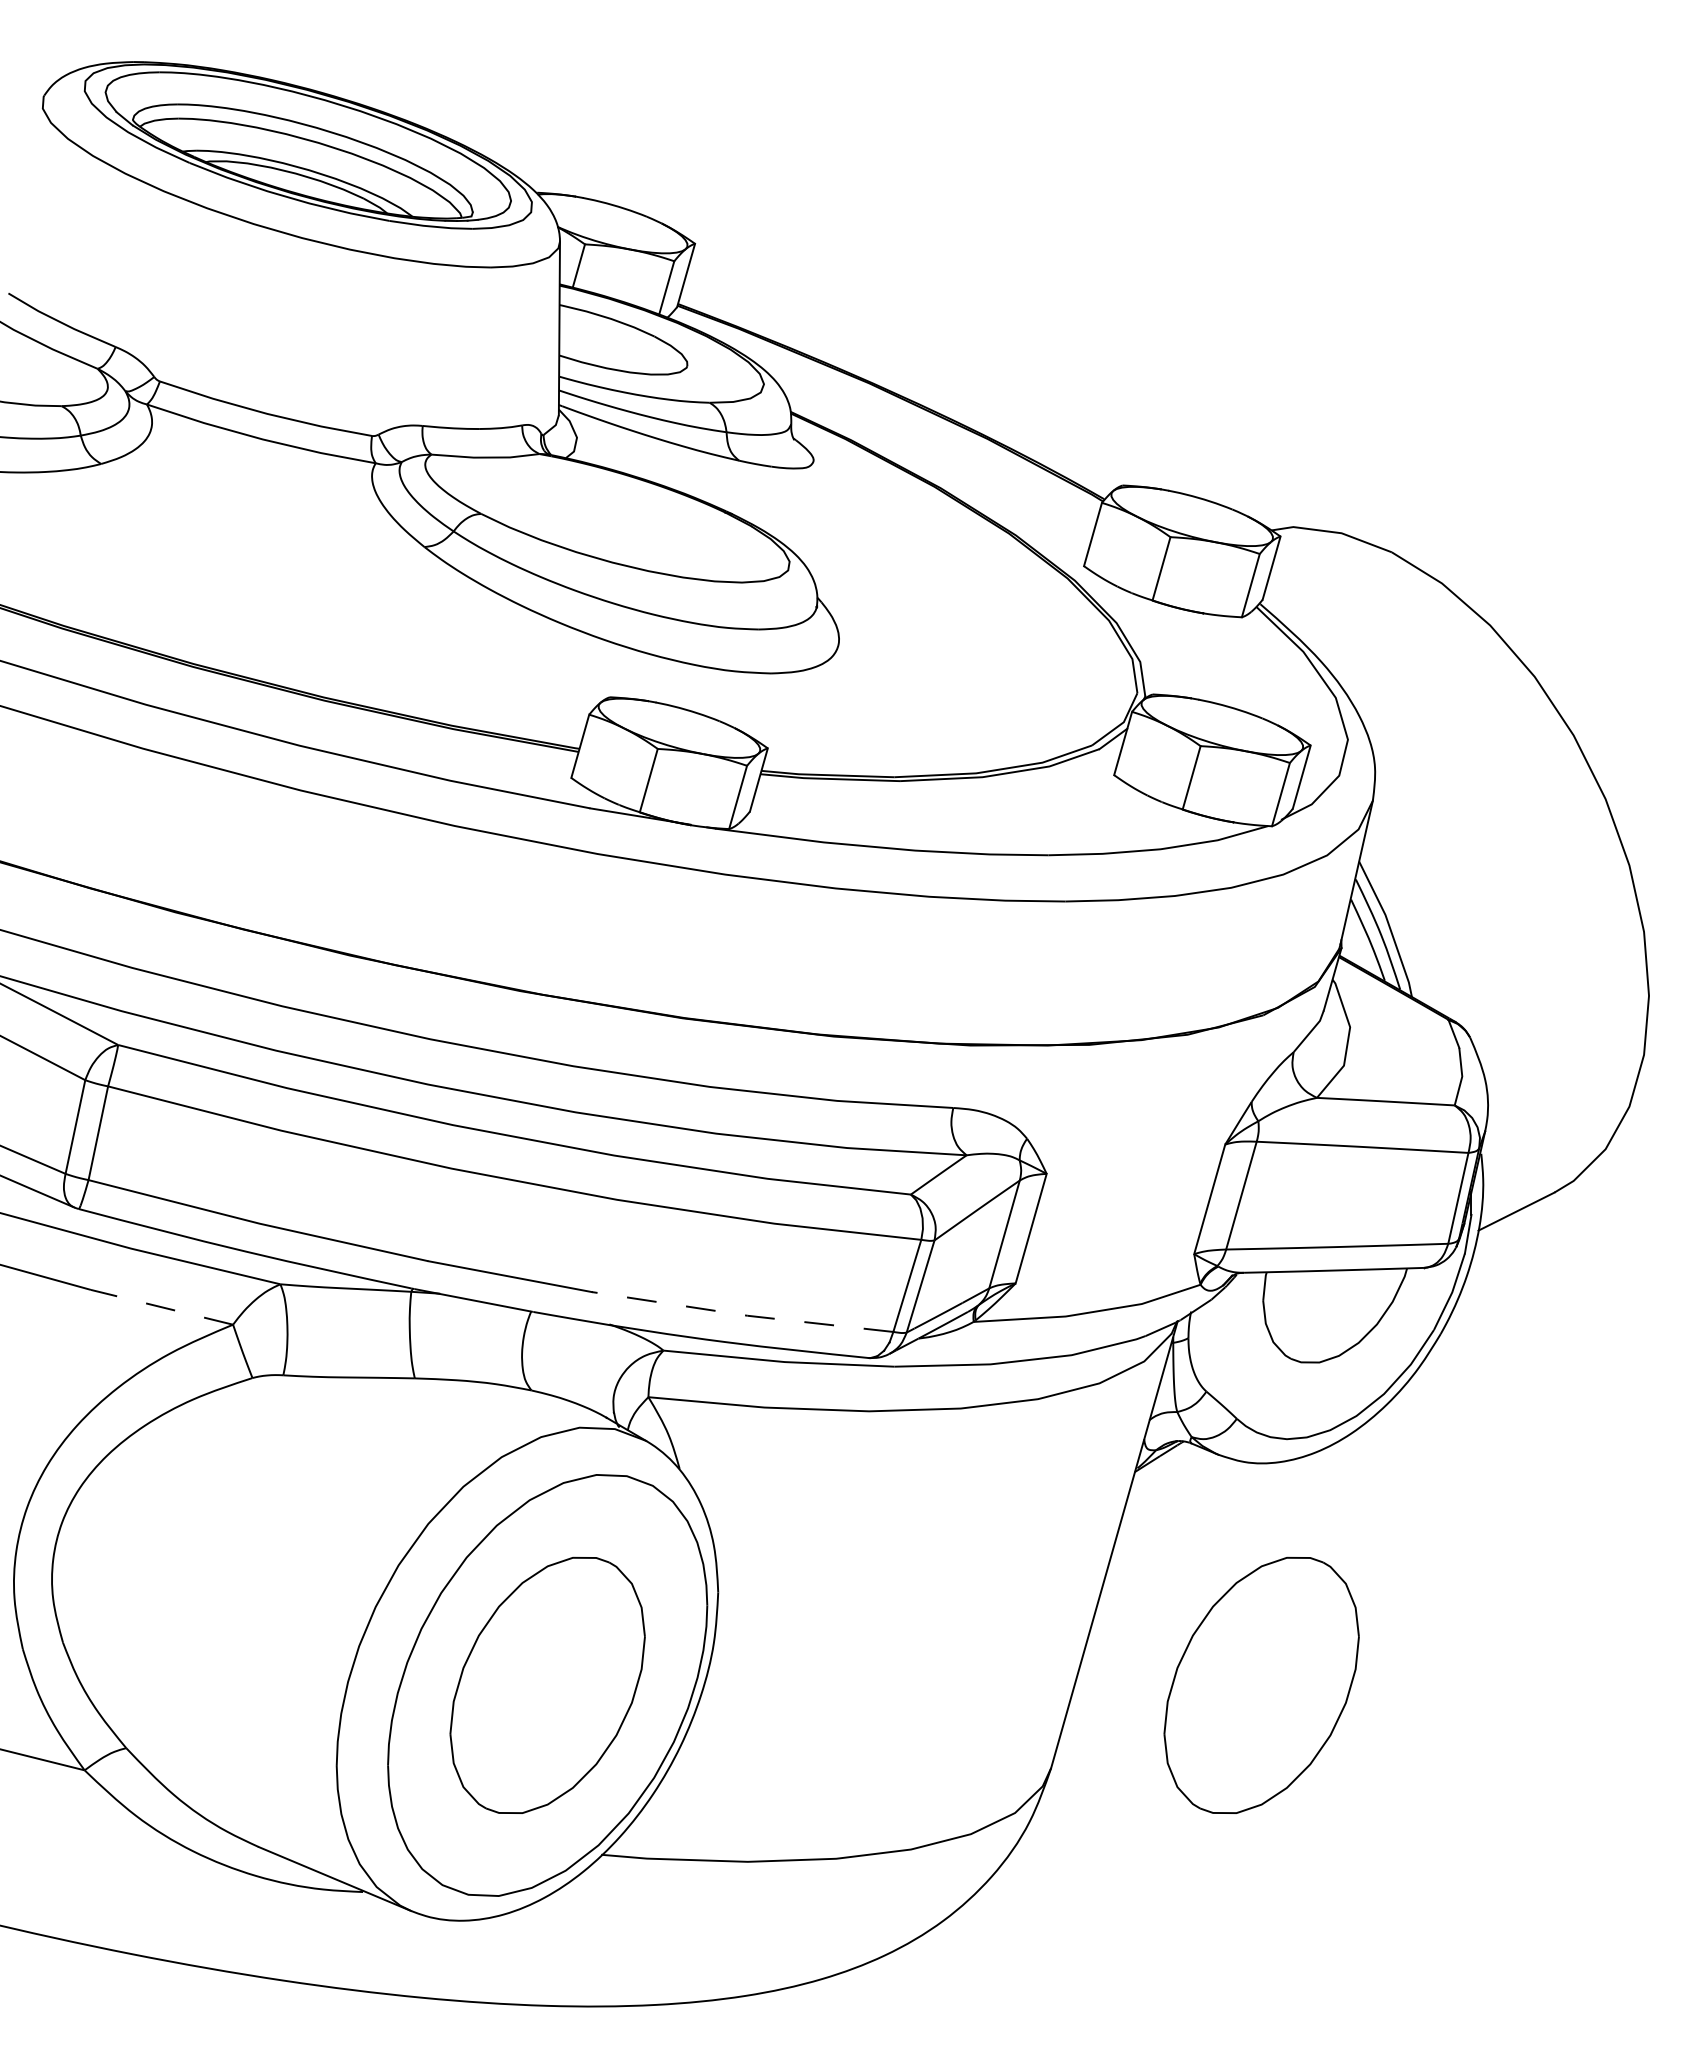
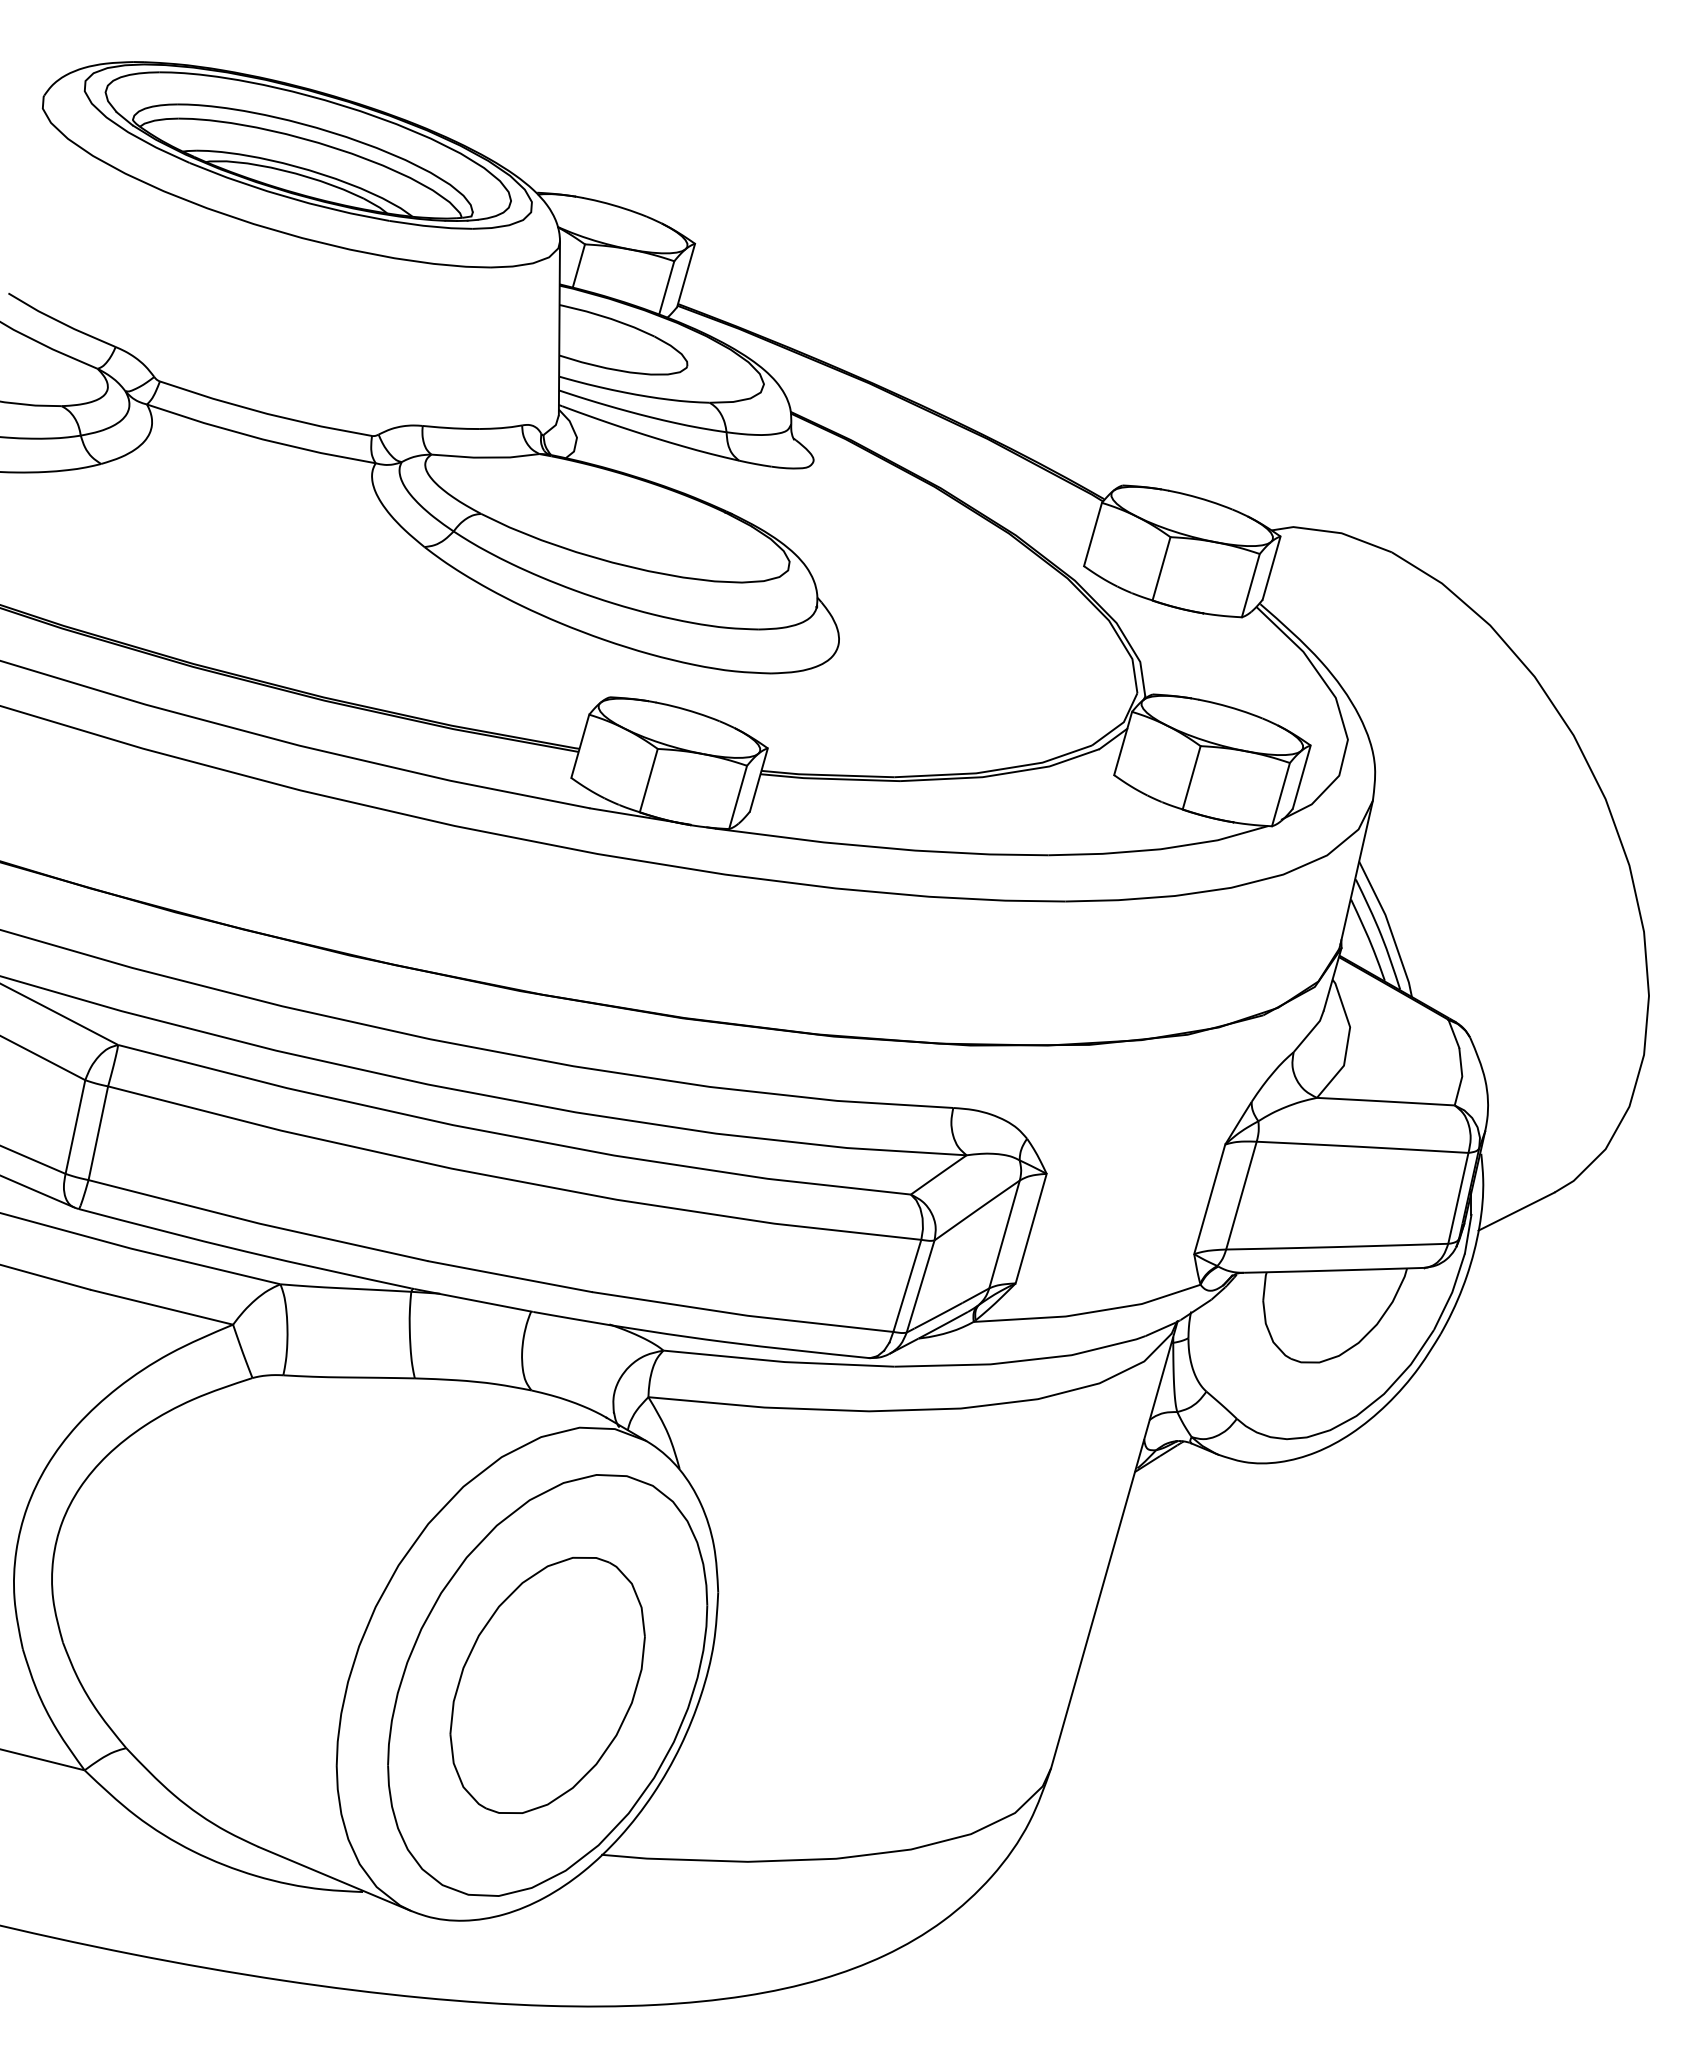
line at (161, 1307): dashed -> solid
line at (742, 1315): dashed -> solid
part at (1261, 1684): present -> none
